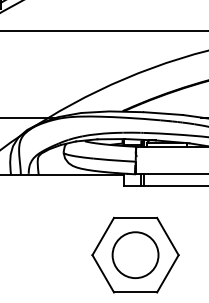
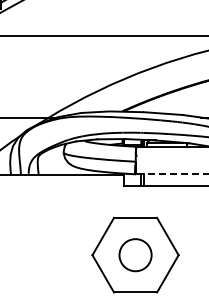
line at (103, 31) position: (103, 31) -> (103, 36)
line at (171, 174): solid -> dashed
circle at (135, 255) diameter: 46 px -> 32 px
